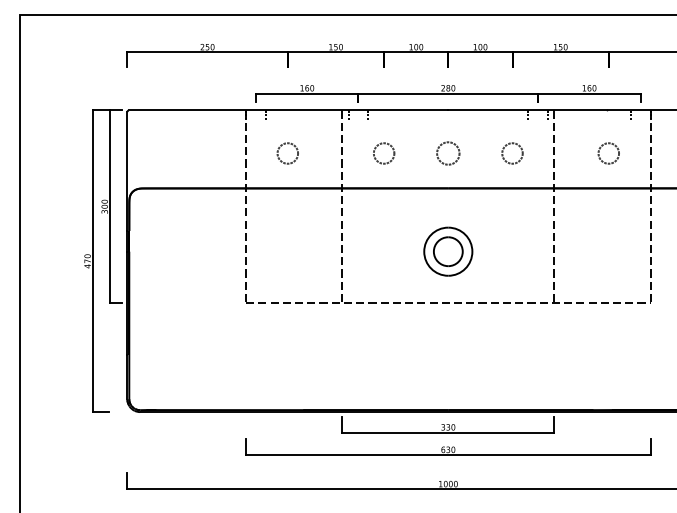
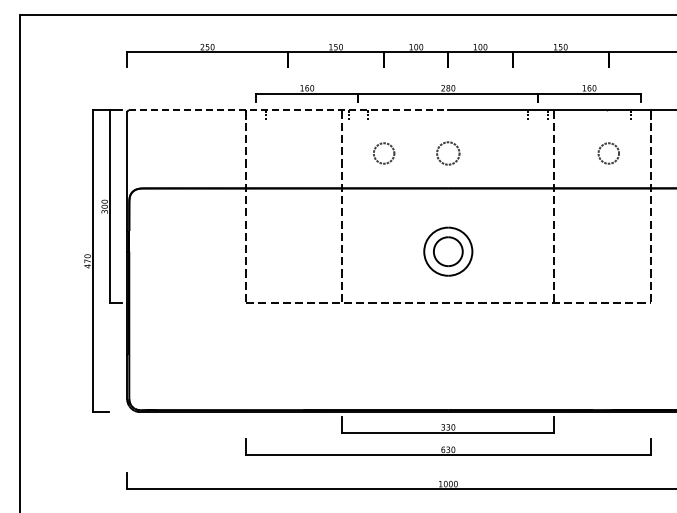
line at (288, 110): solid -> dashed
circle at (287, 153): present -> none
circle at (512, 153): present -> none
